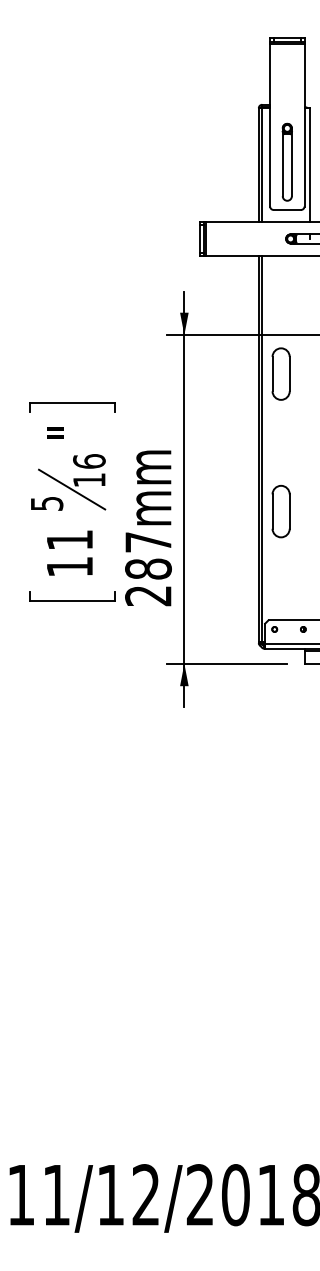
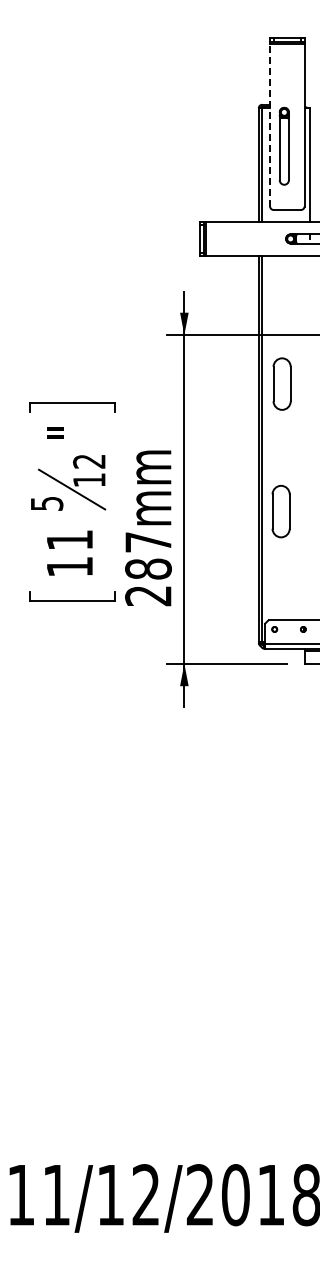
line at (270, 124): solid -> dashed
part at (286, 161) position: (286, 161) -> (283, 145)
part at (280, 373) position: (280, 373) -> (281, 383)
text at (89, 461): 16 -> 12
